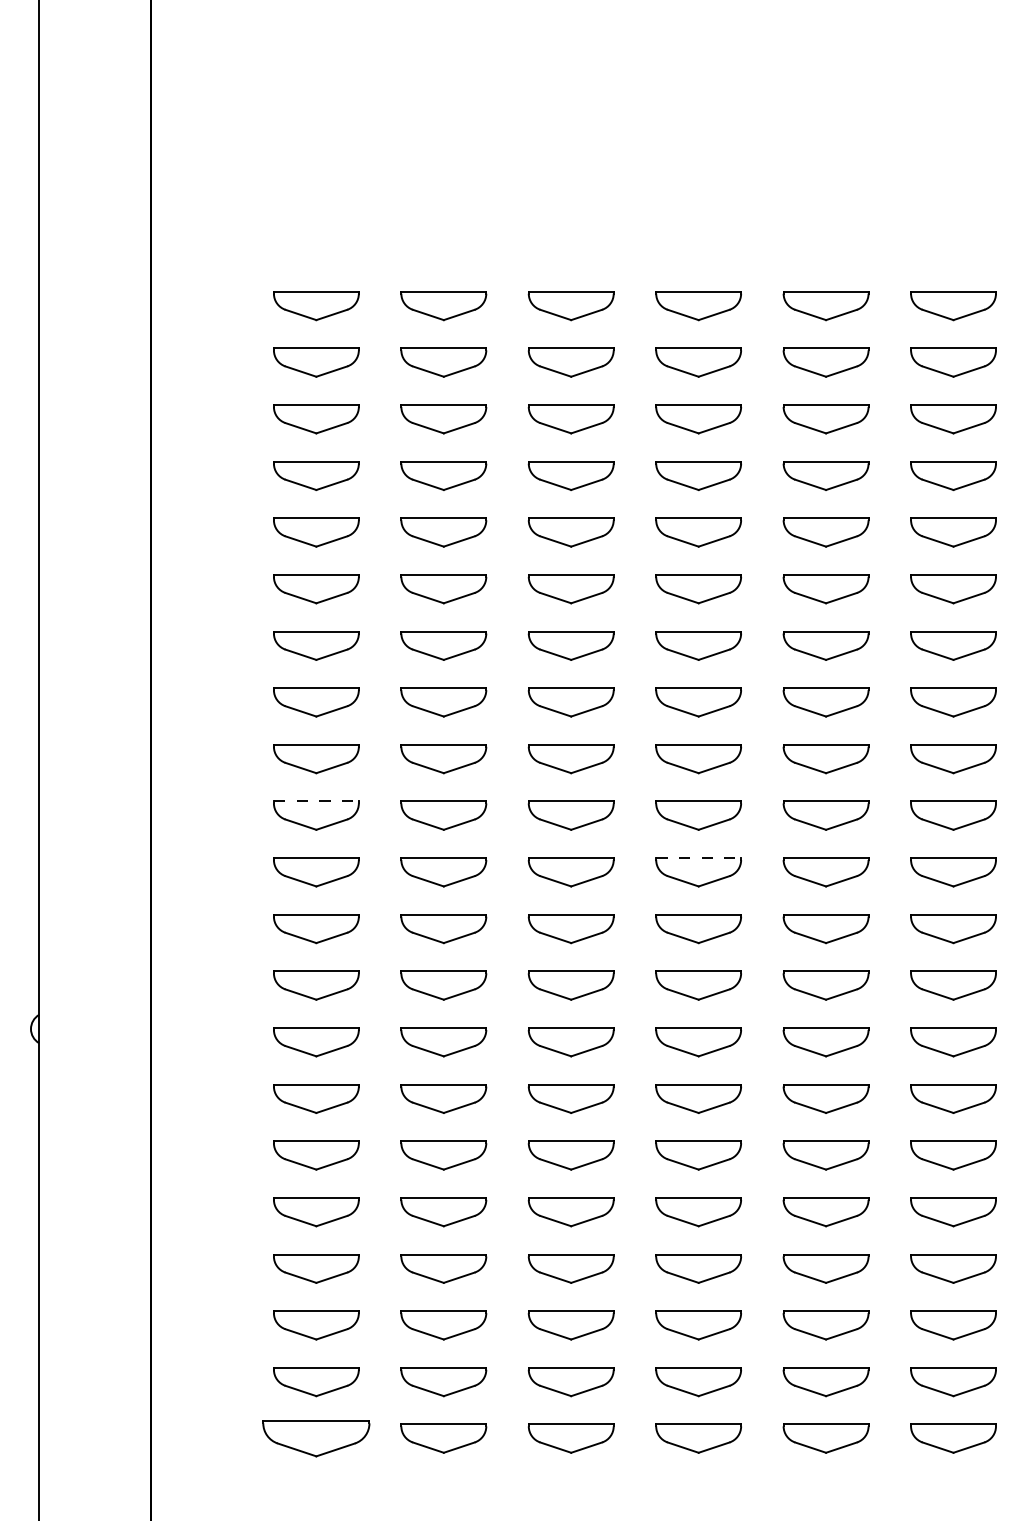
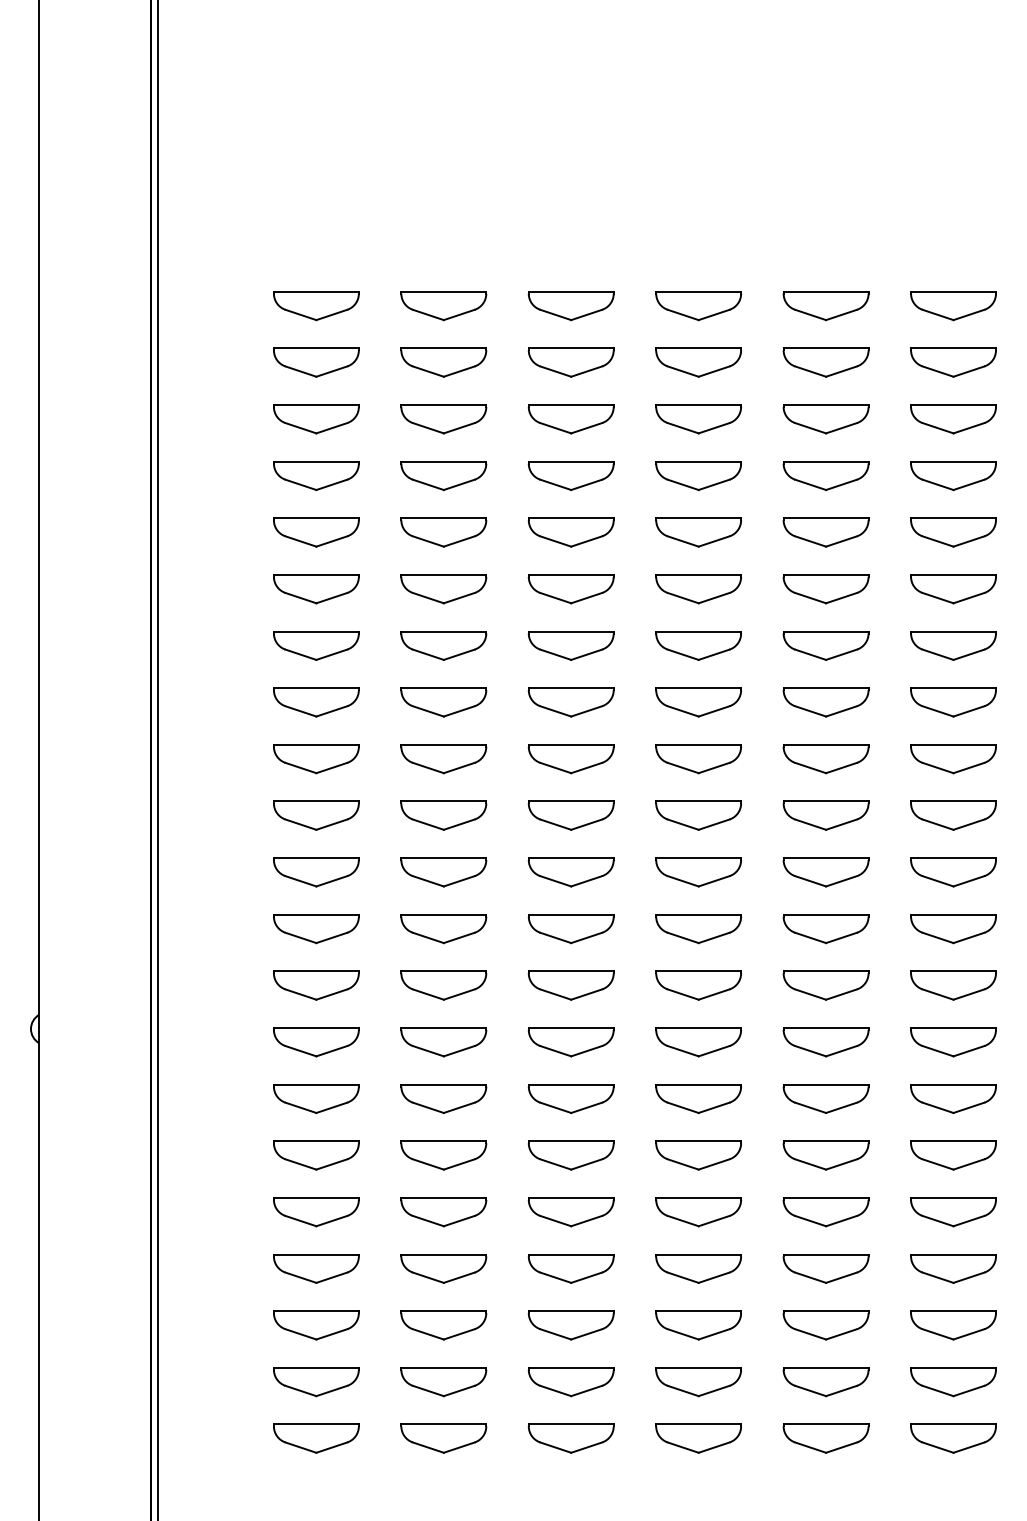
line at (158, 759): none -> present
line at (316, 801): dashed -> solid
line at (699, 858): dashed -> solid
part at (316, 1438) size: 109x38 px -> 87x31 px
